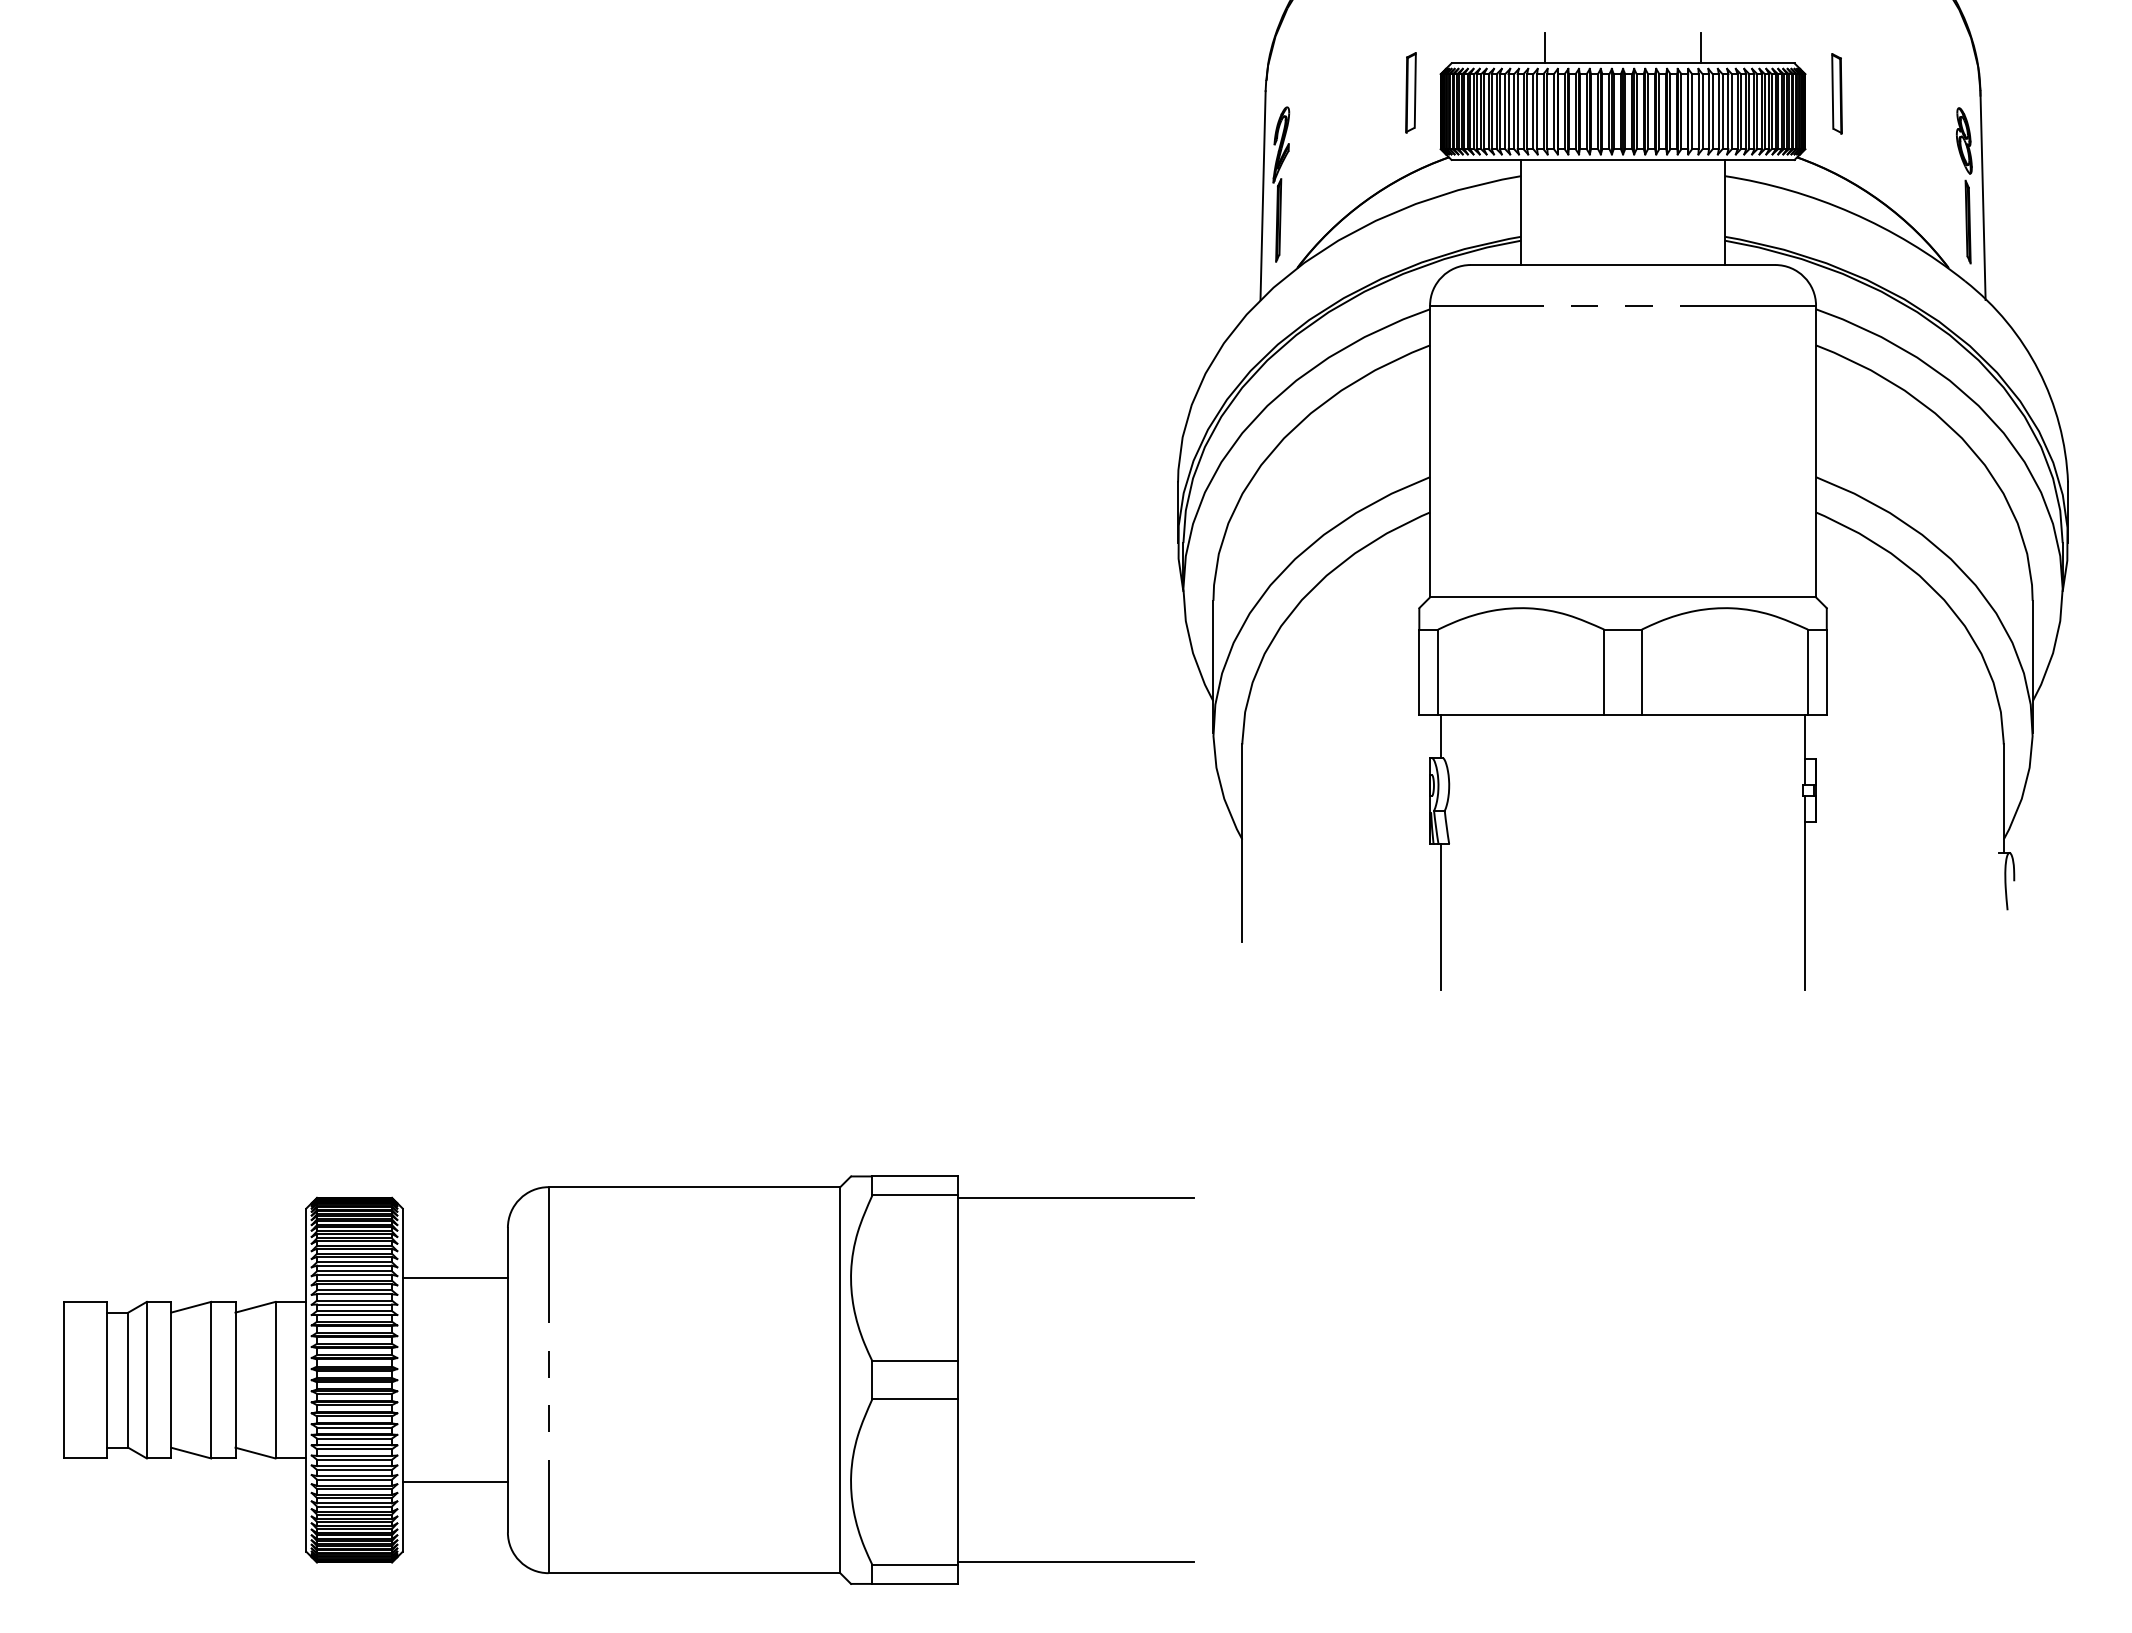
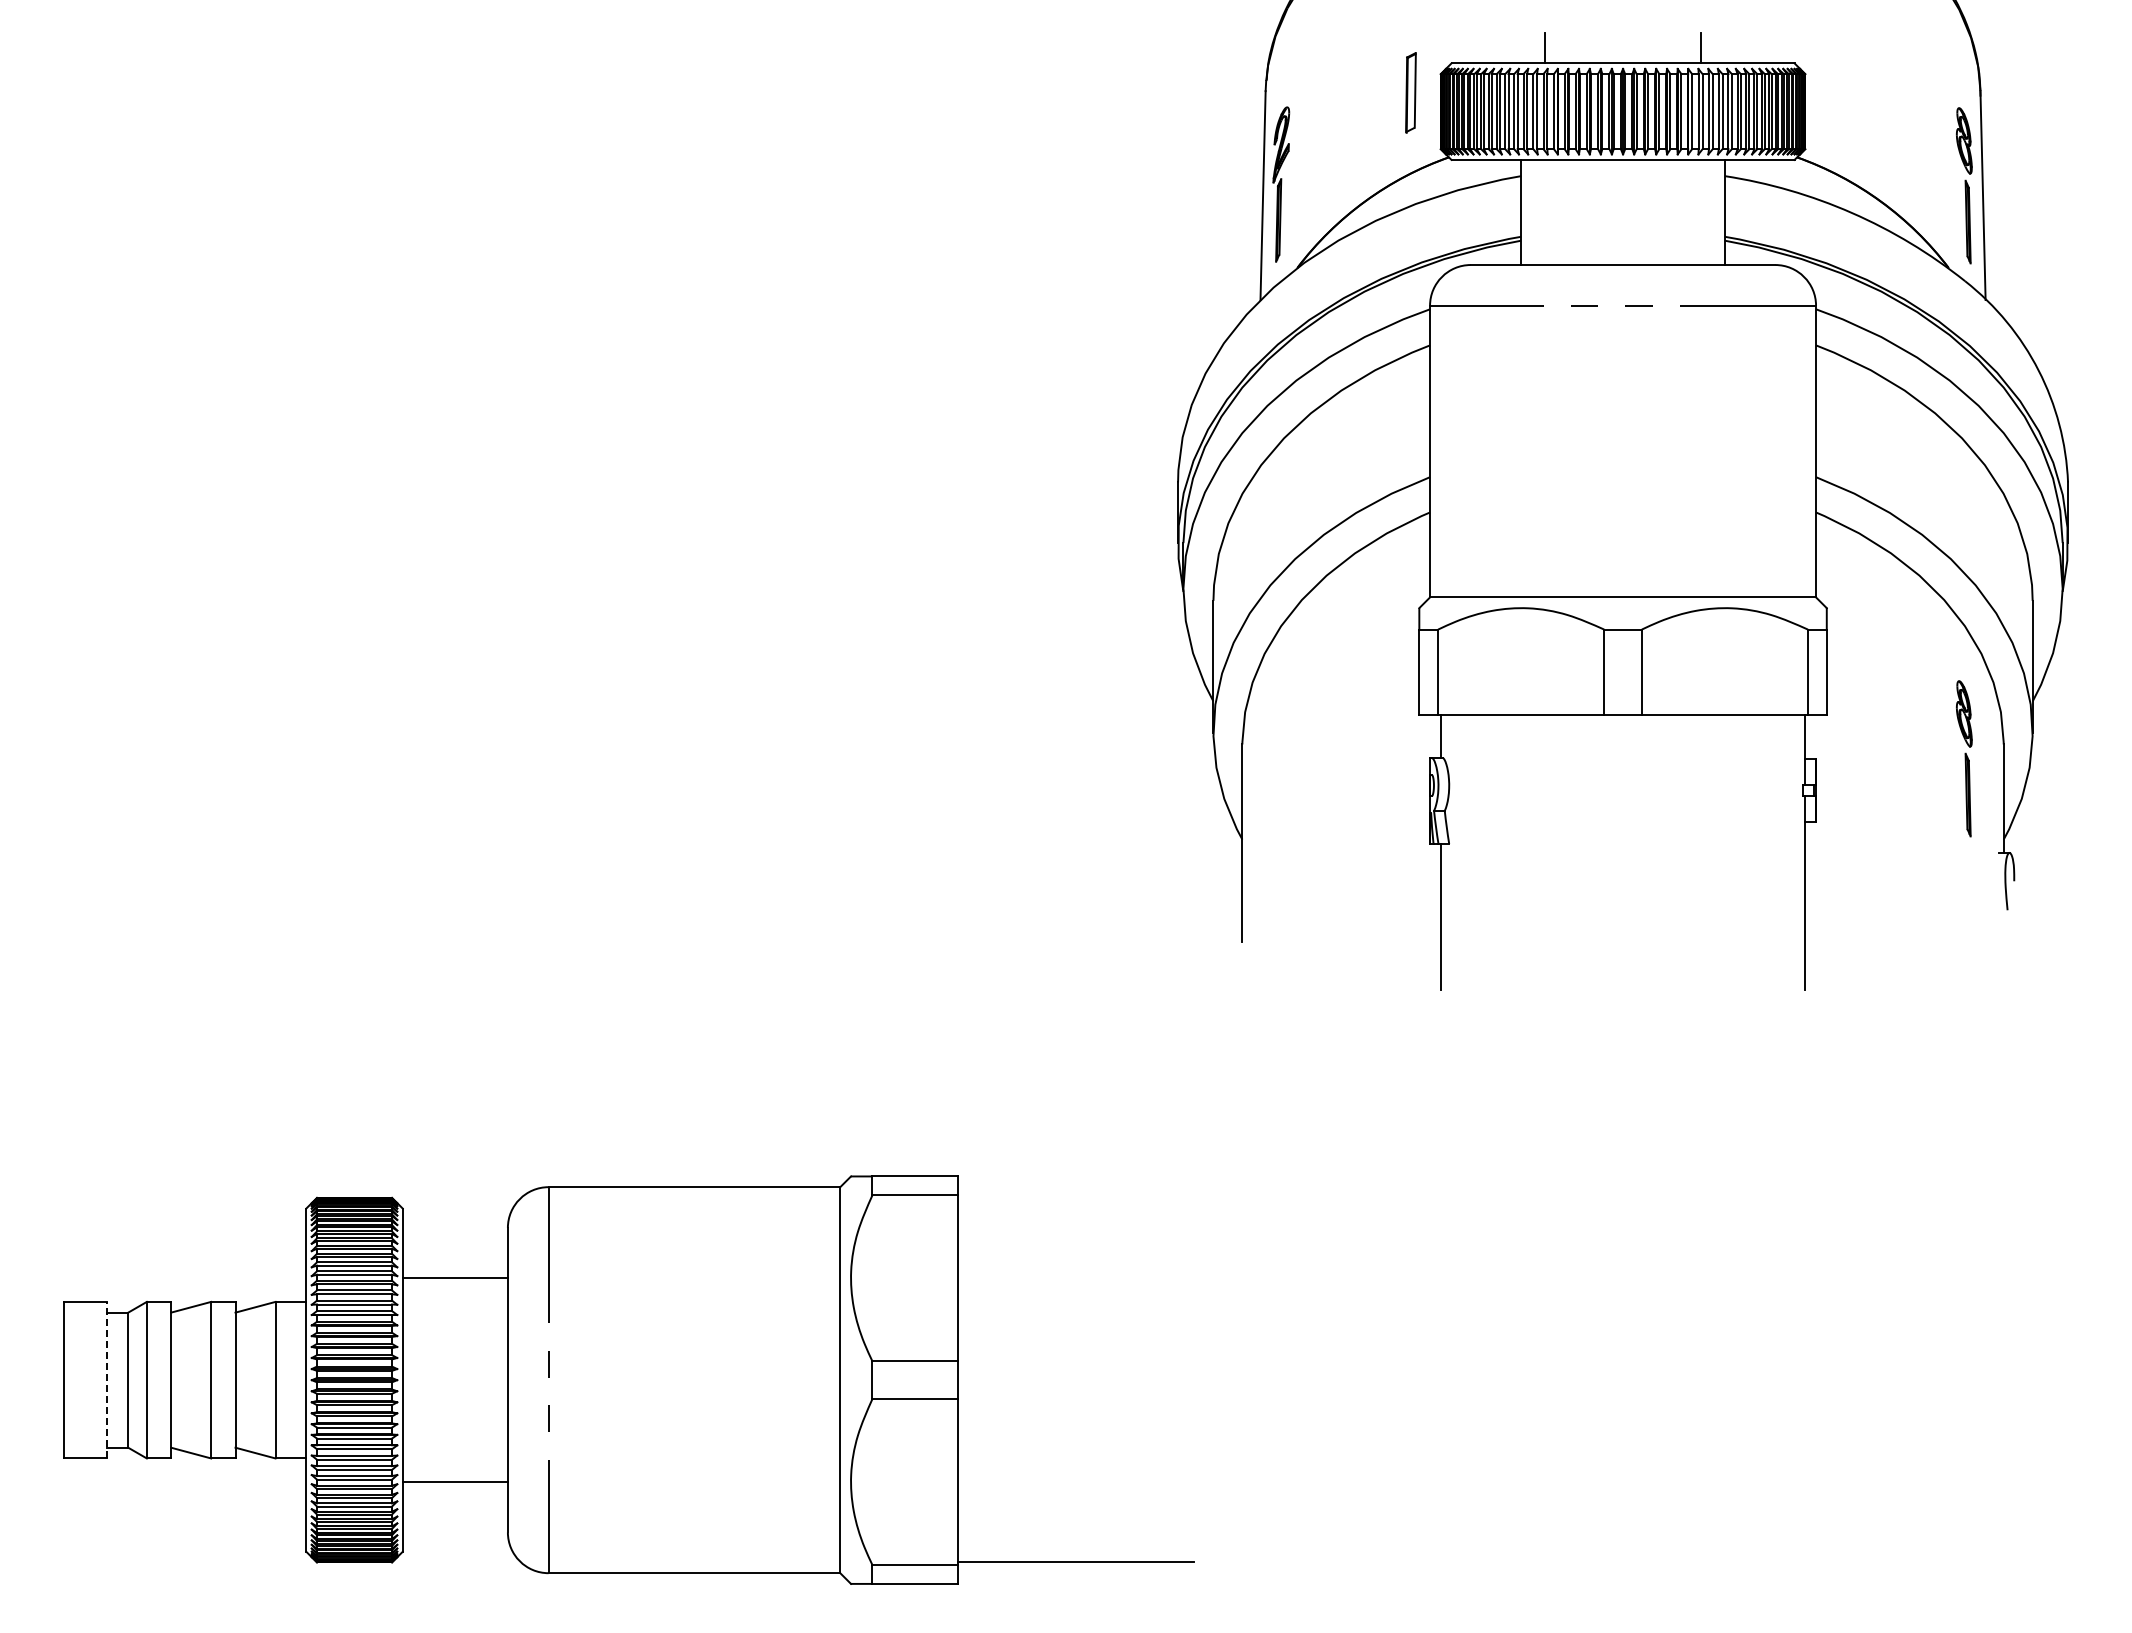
part at (1836, 93): present -> none
part at (1964, 758): none -> present
line at (1076, 1197): present -> none
line at (106, 1379): solid -> dashed
